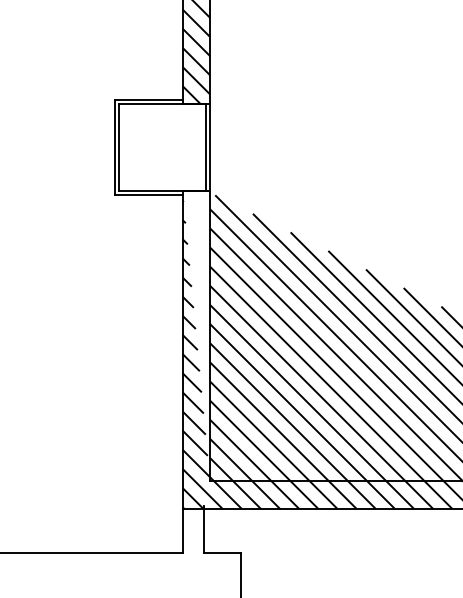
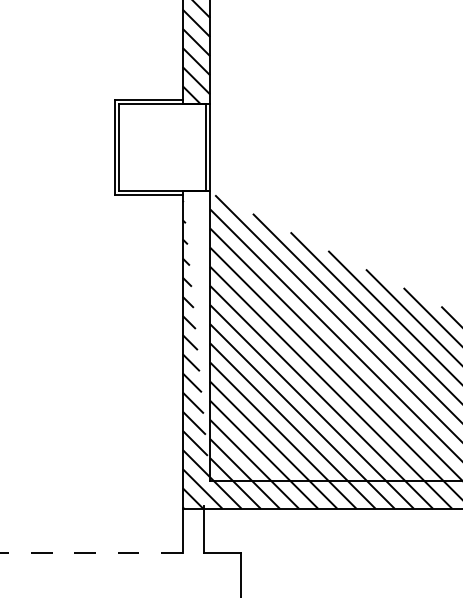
line at (91, 553): solid -> dashed
